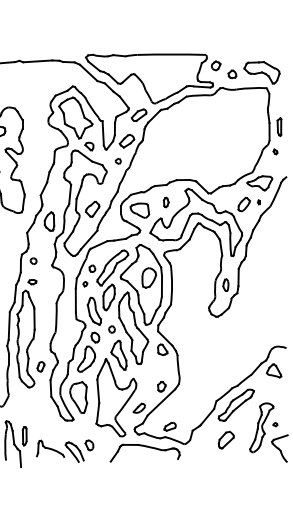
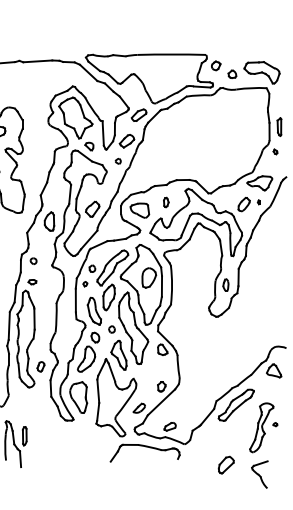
part at (225, 439) position: (225, 439) -> (225, 464)
part at (279, 448) position: (279, 448) -> (259, 474)
part at (65, 450): present -> none
